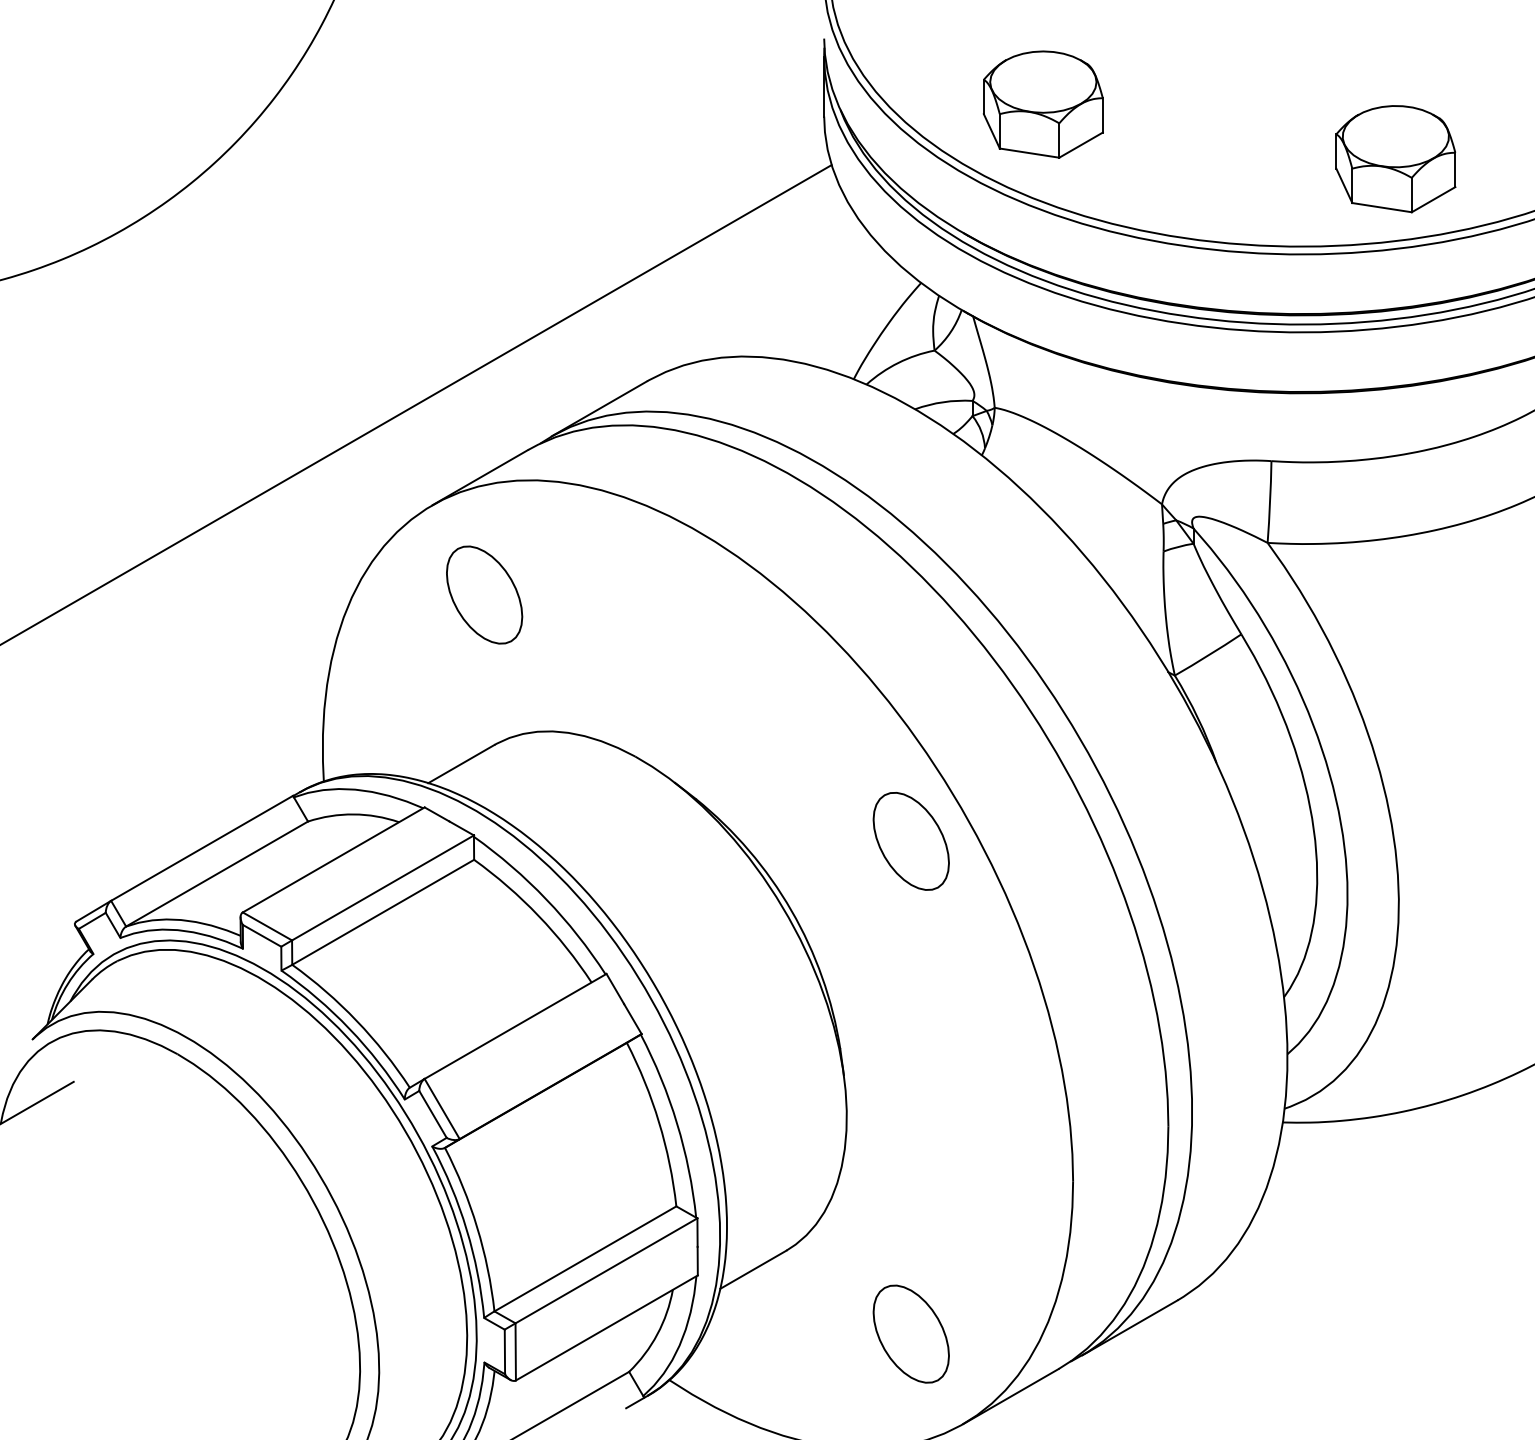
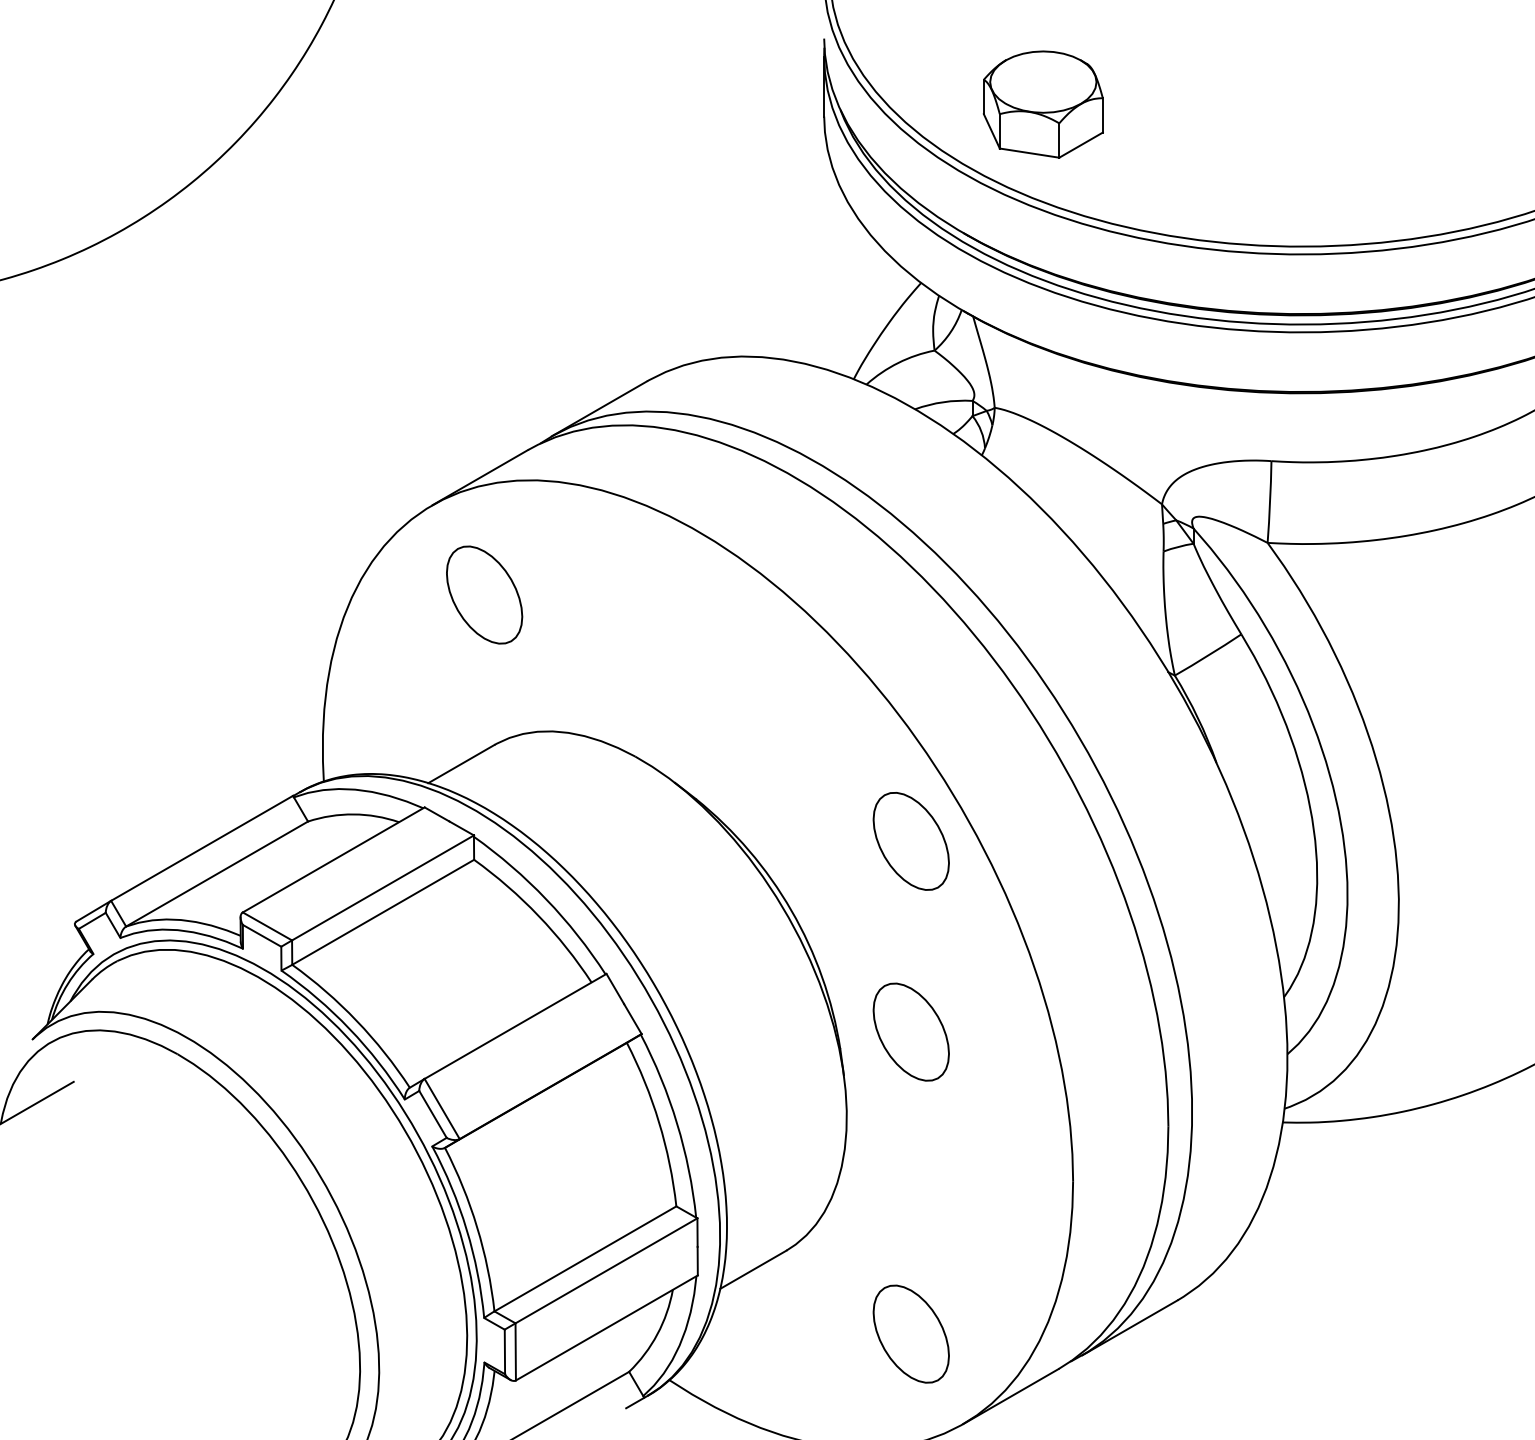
part at (1395, 159): present -> none
line at (416, 404): present -> none
part at (910, 1031): none -> present
